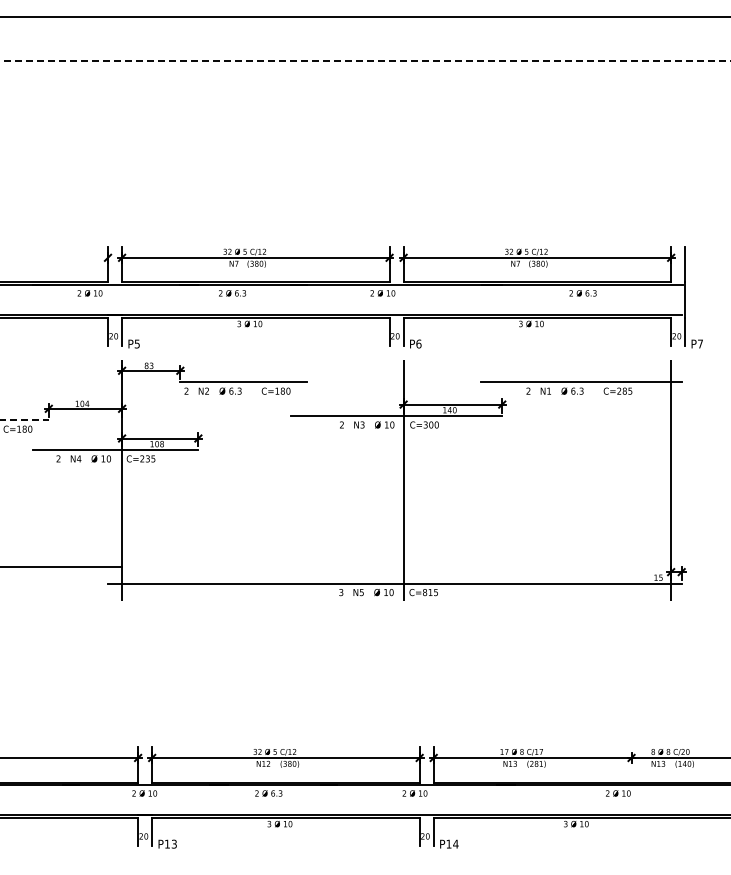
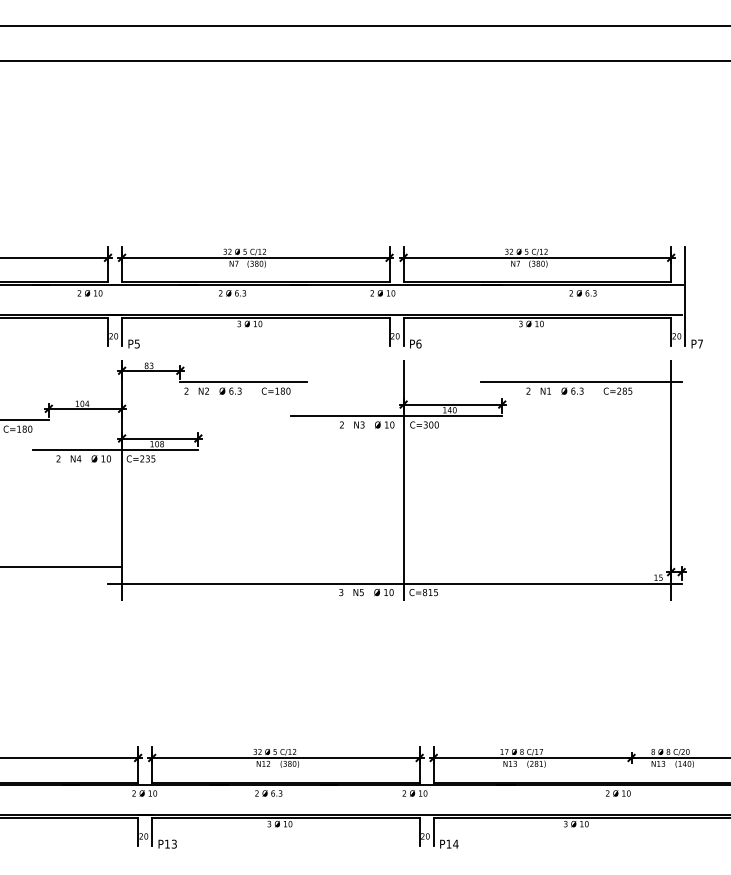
line at (364, 17) position: (364, 17) -> (364, 26)
line at (365, 61): dashed -> solid
line at (56, 257): none -> present
line at (24, 420): dashed -> solid
